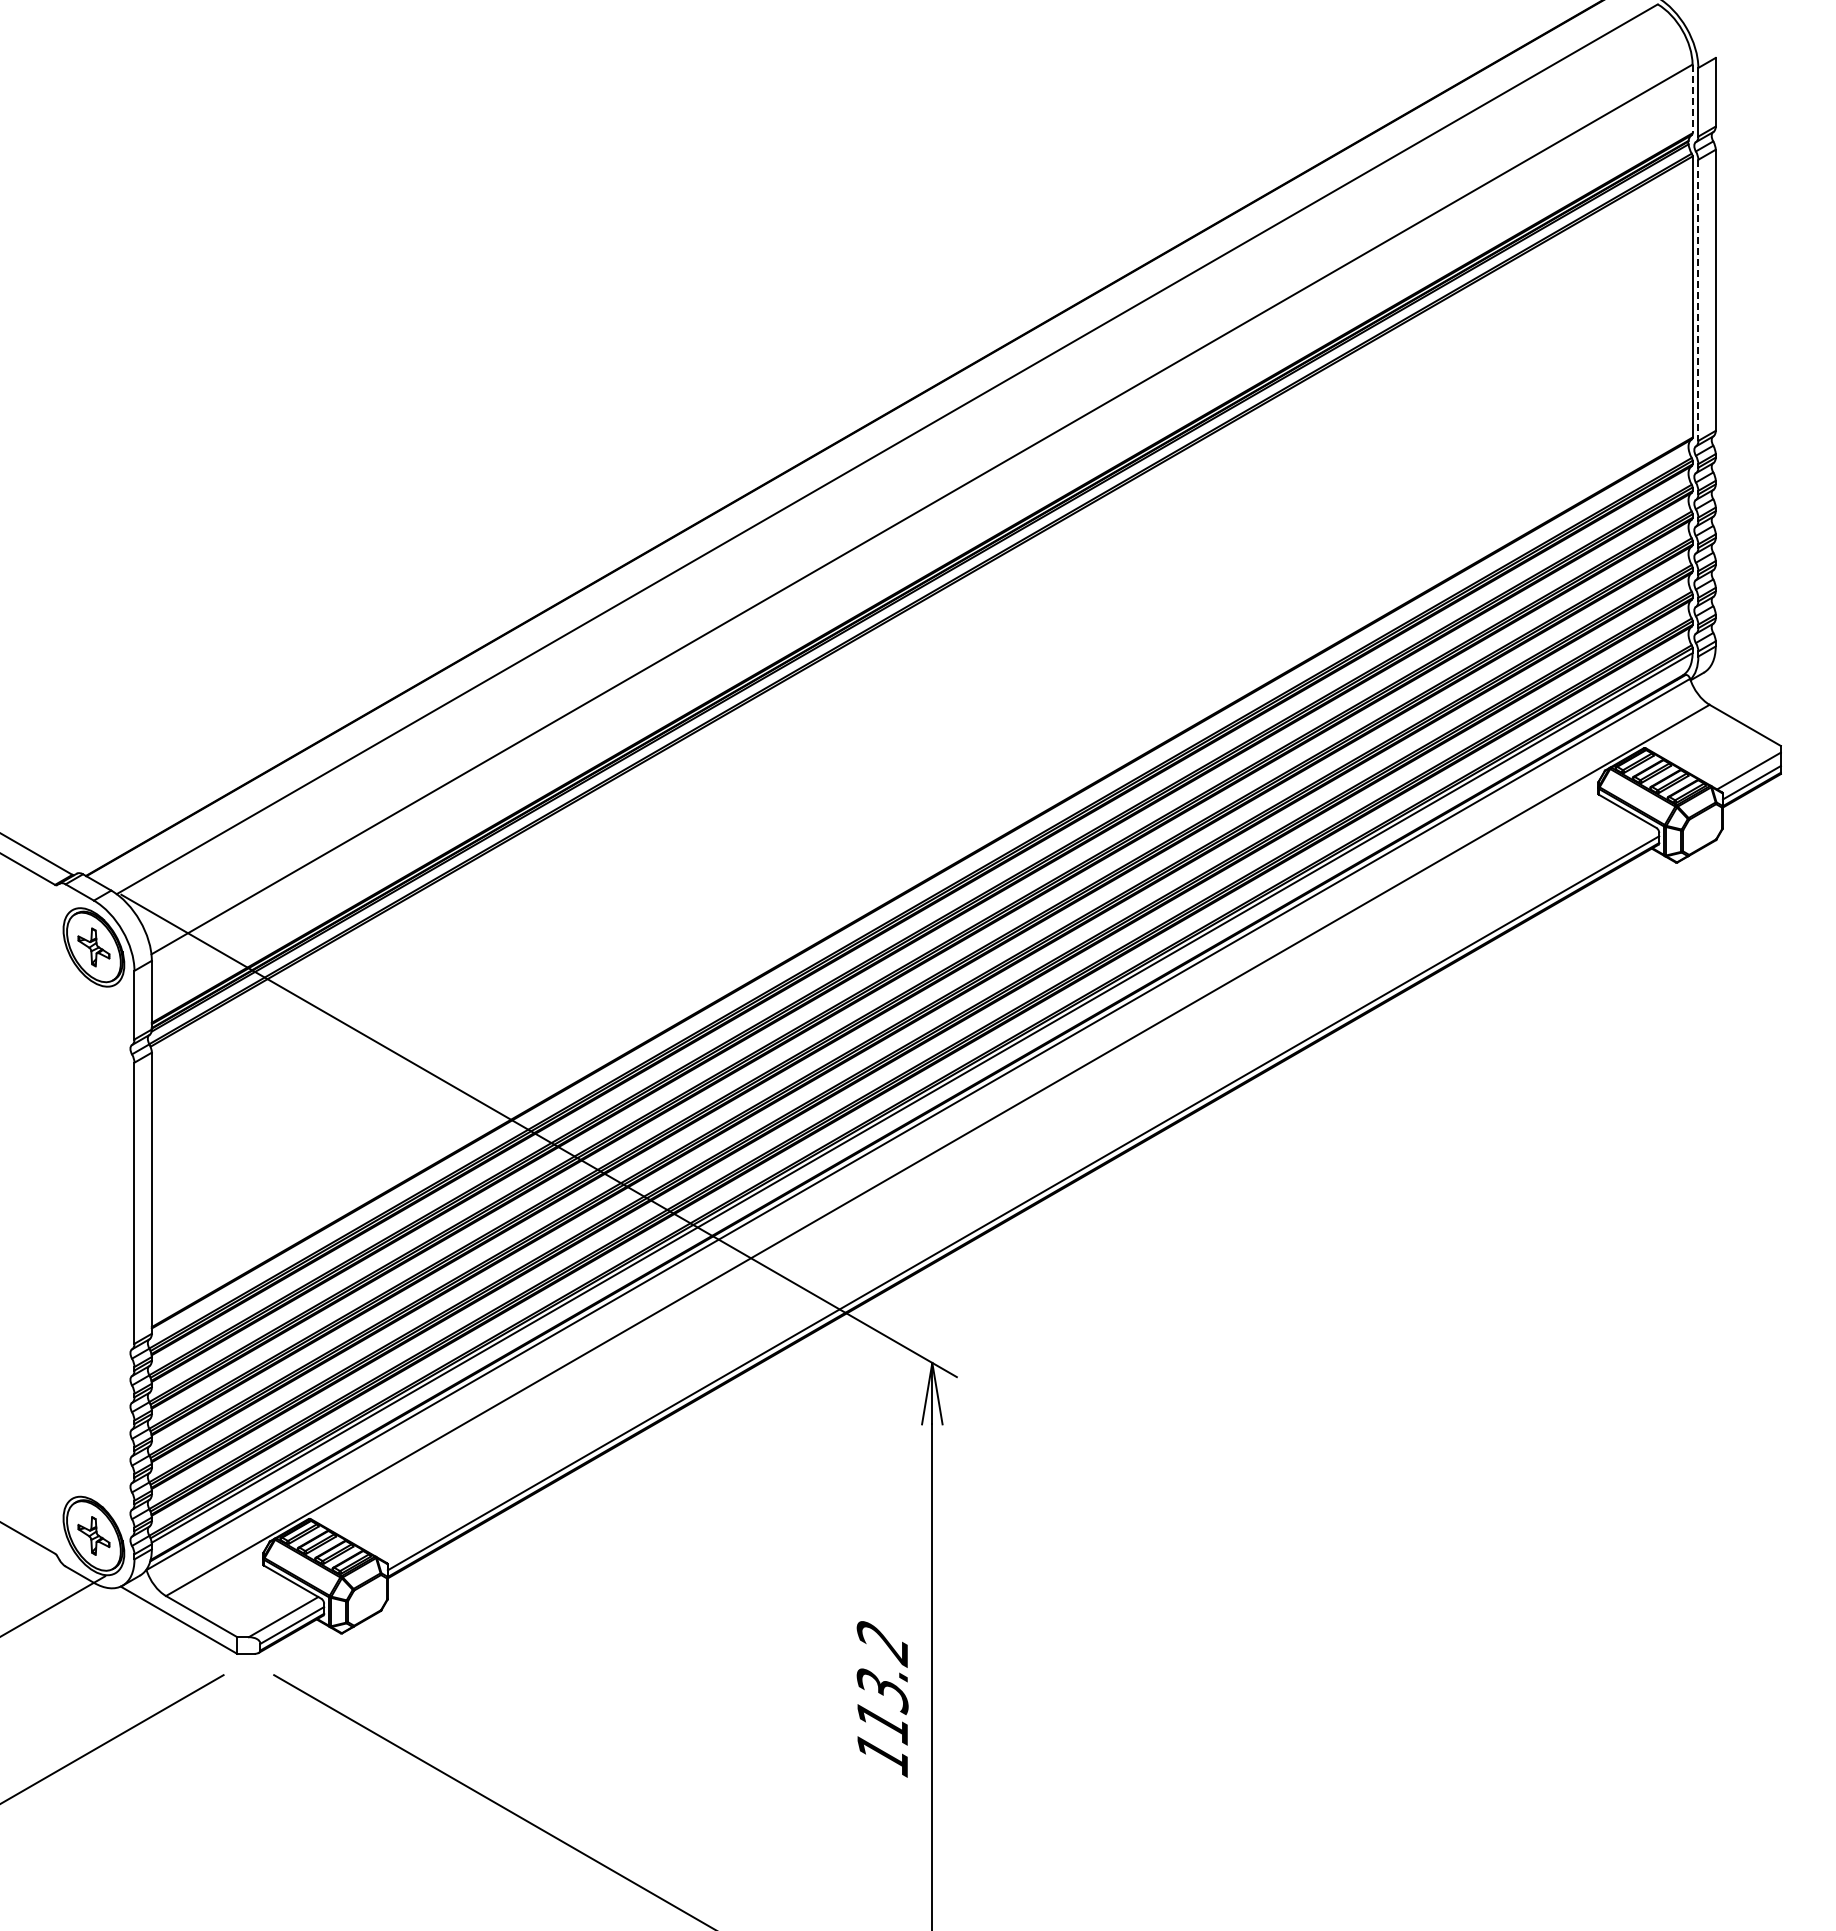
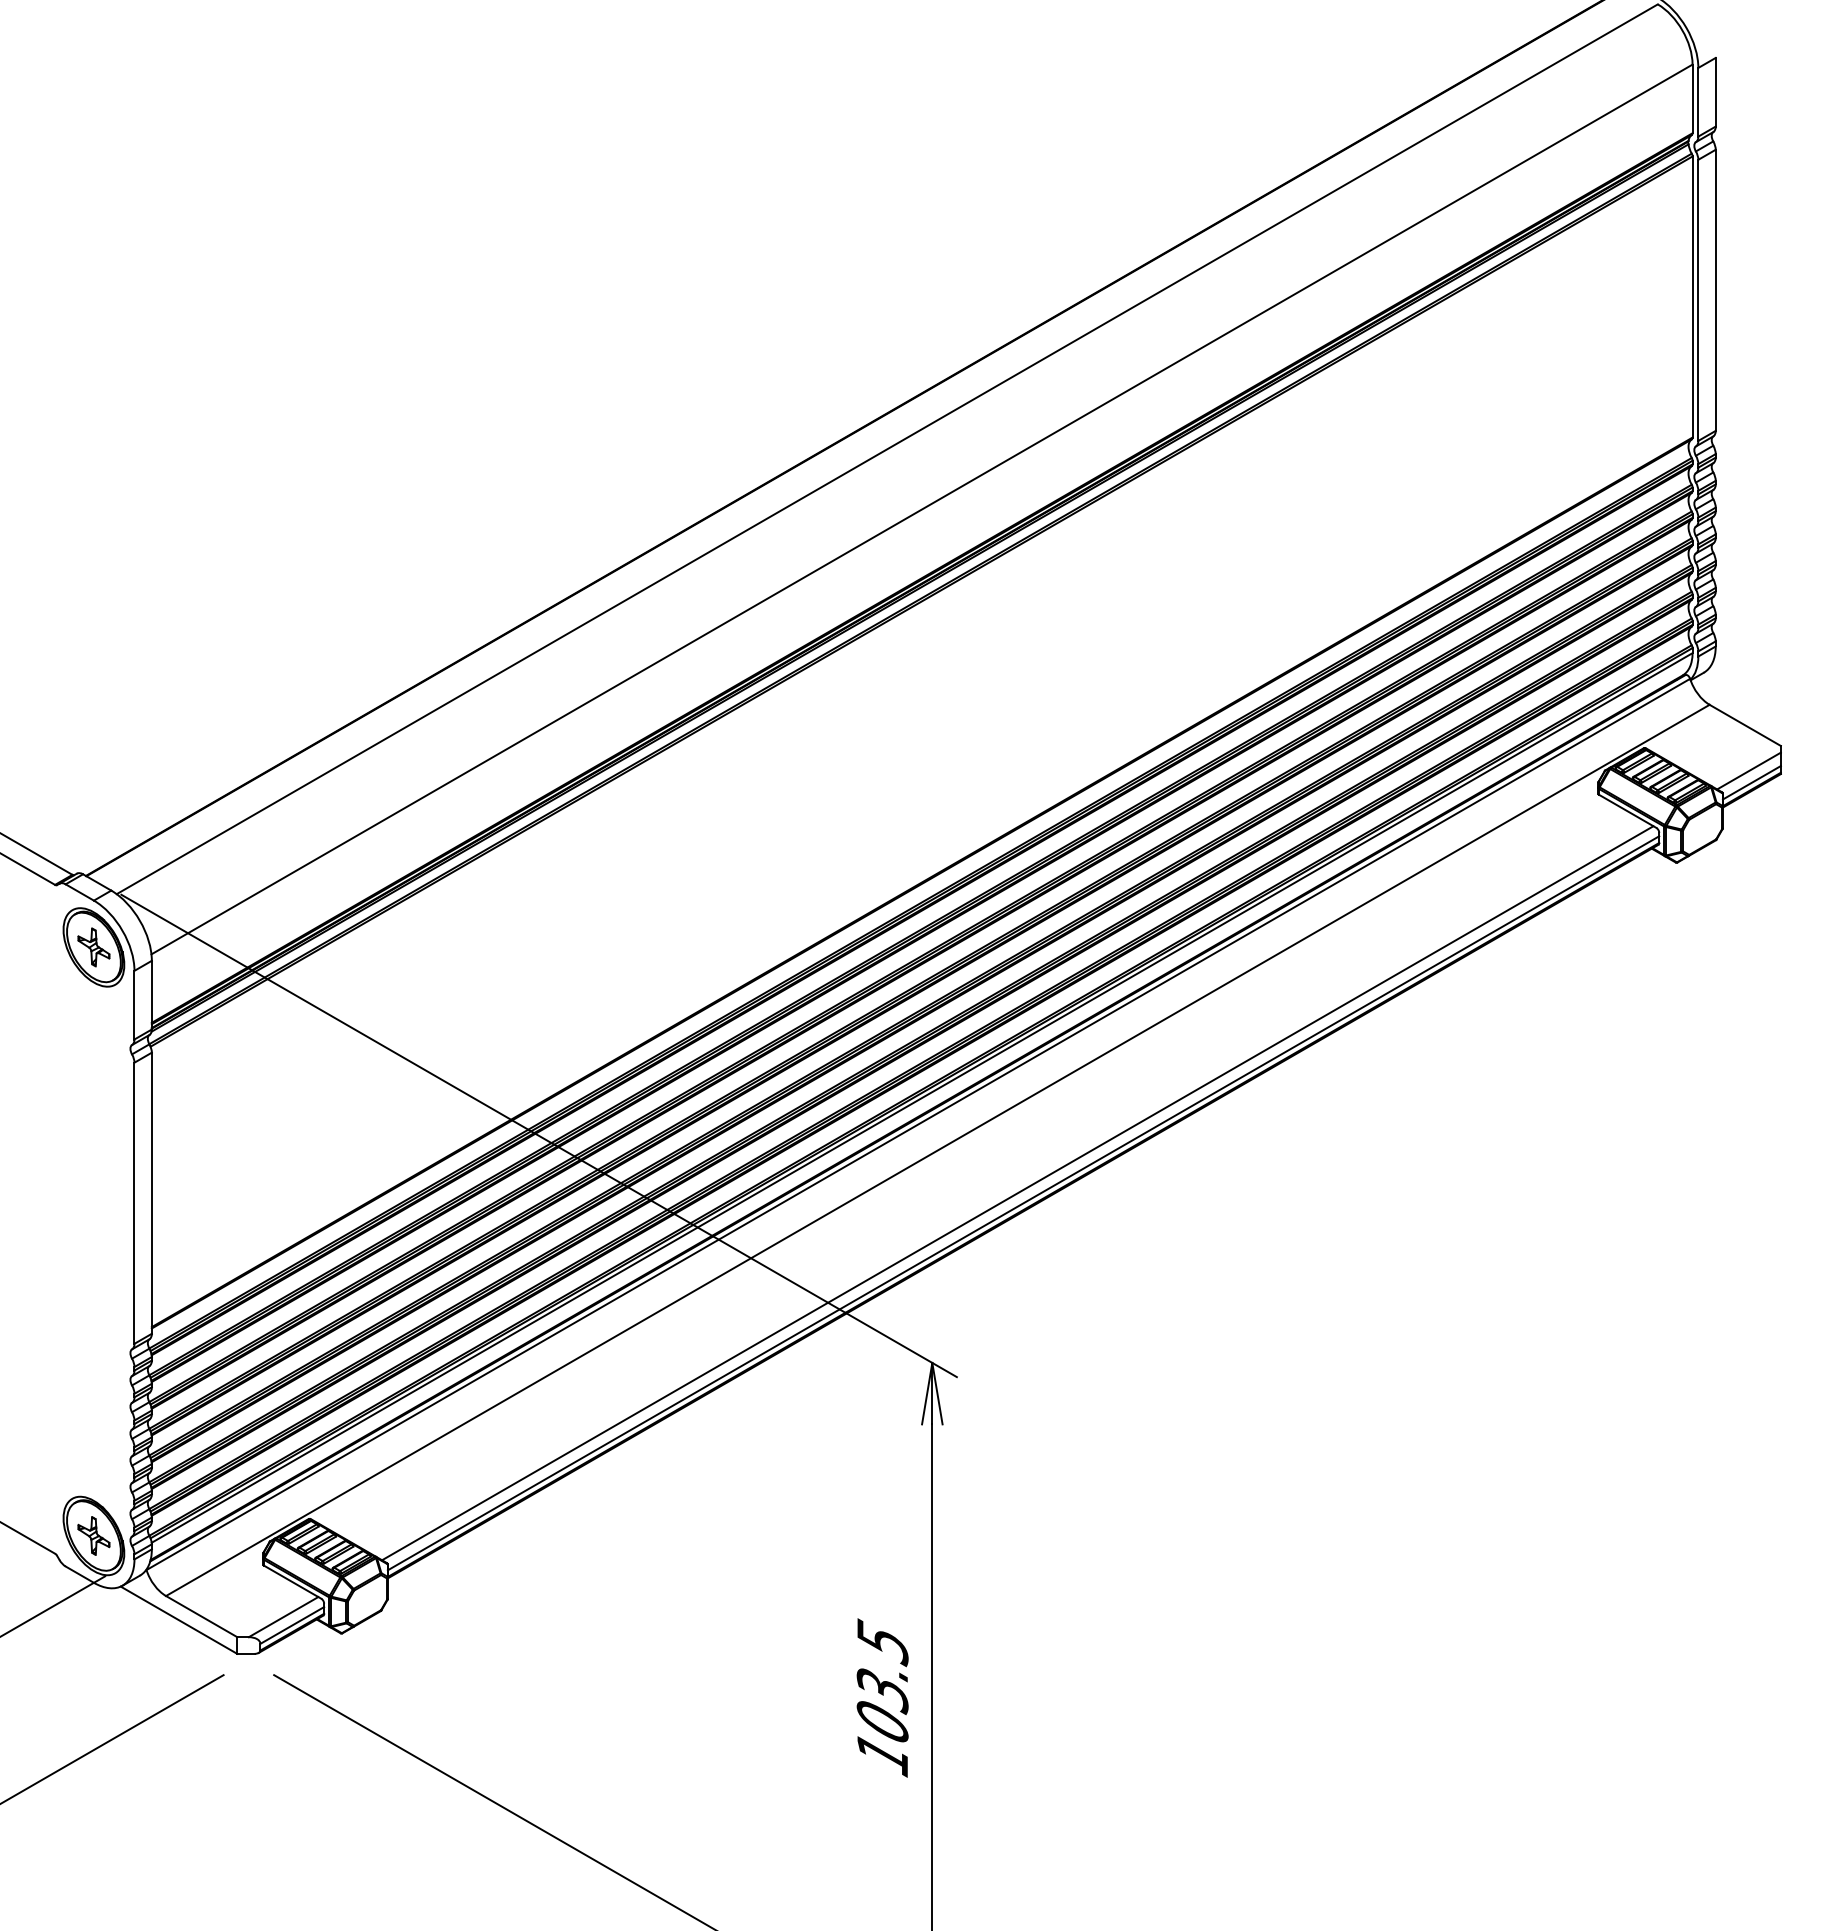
line at (1692, 99): dashed -> solid
line at (1698, 300): dashed -> solid
line at (1017, 1193): none -> present
text at (882, 1681): 113.2 -> 103.5
